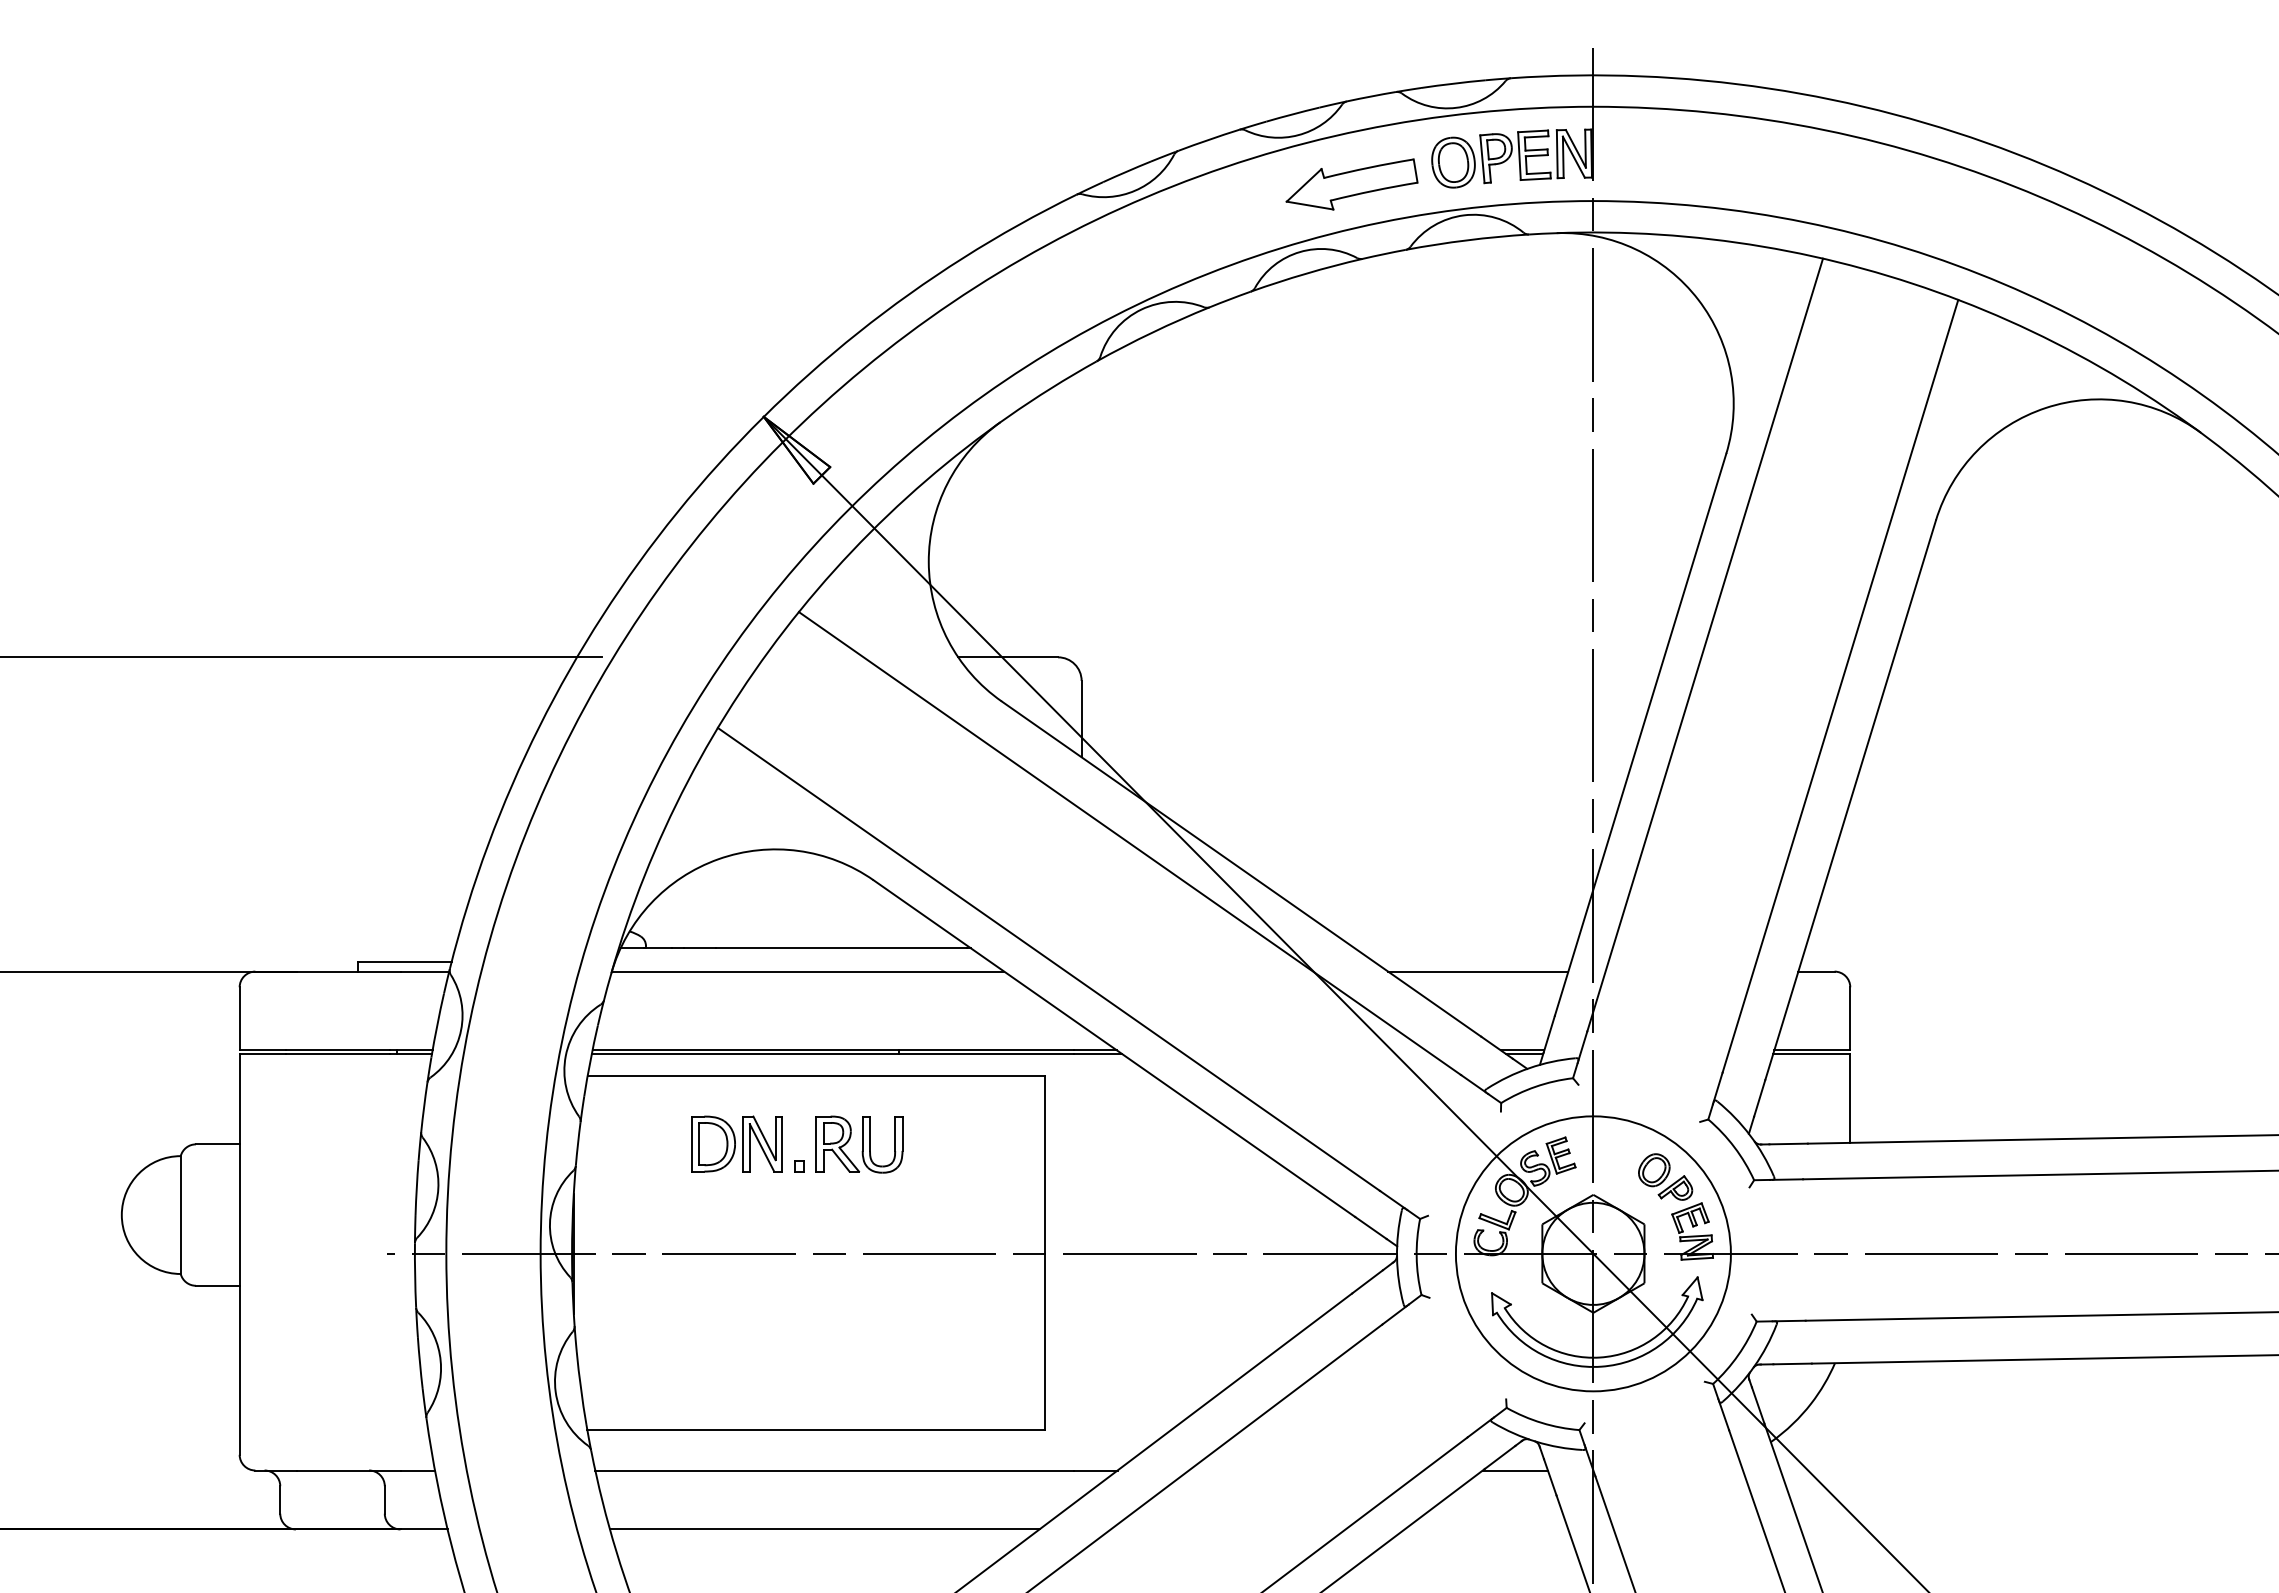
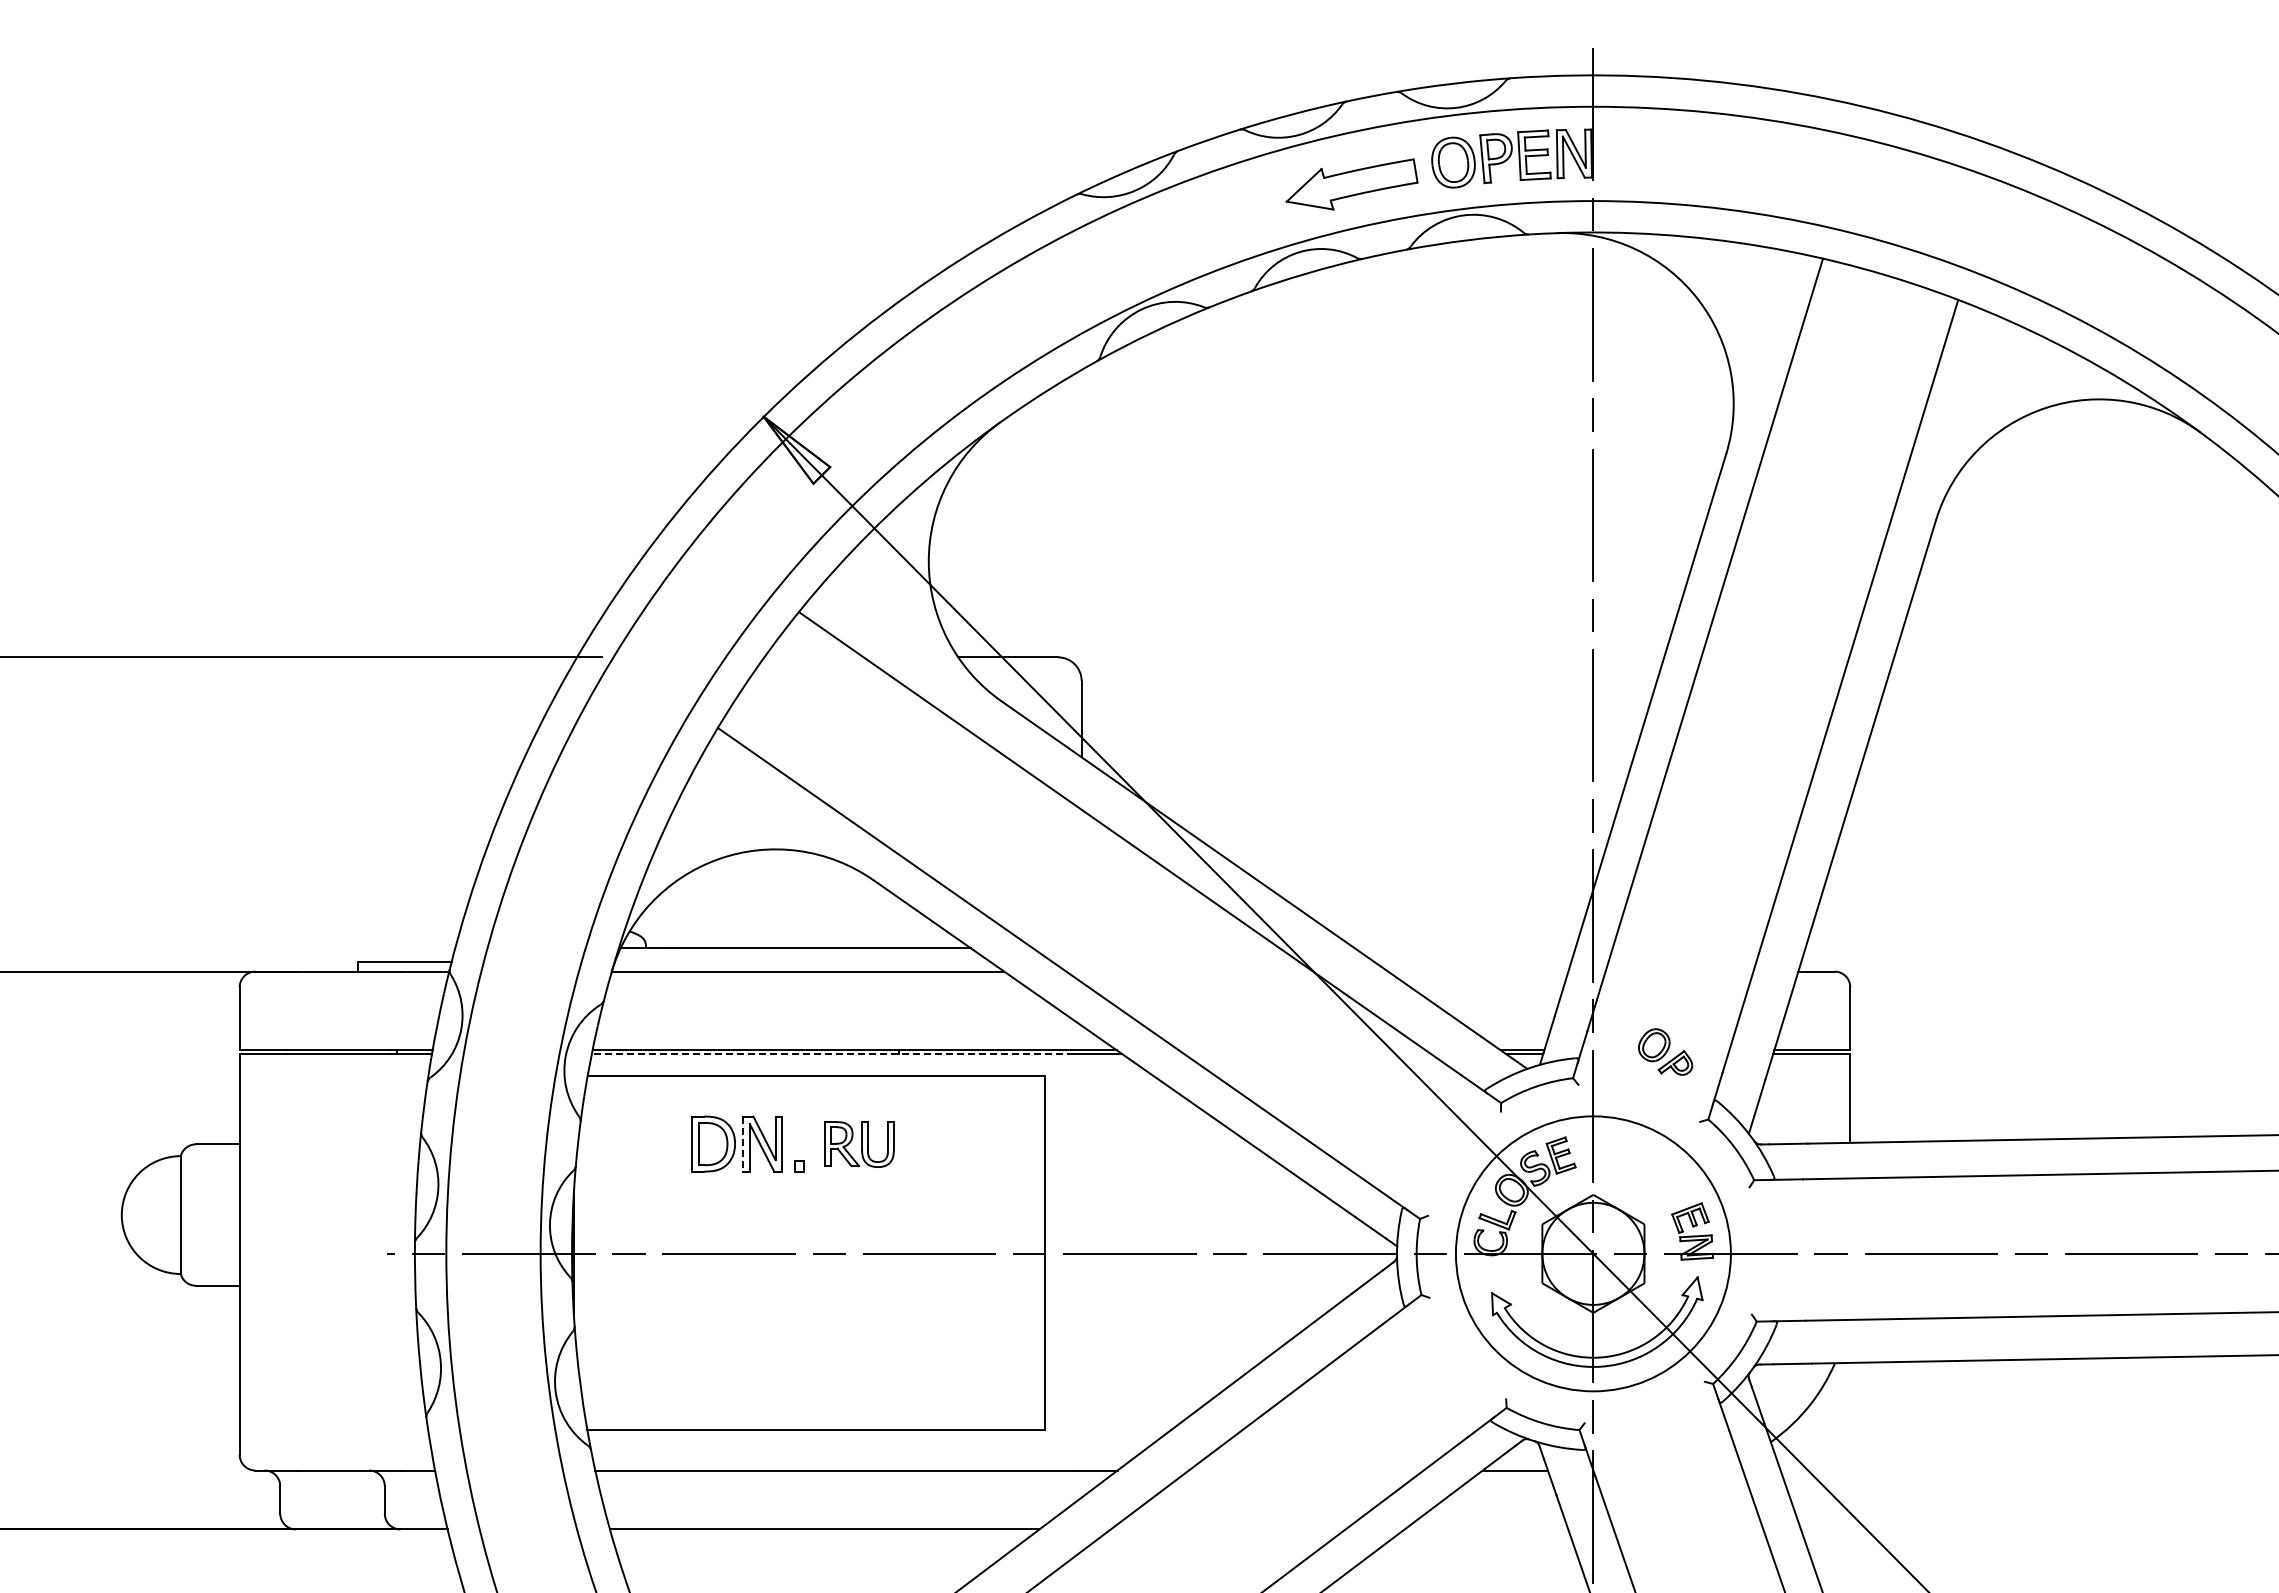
line at (1478, 971): present -> none
line at (832, 1054): solid -> dashed
line at (743, 1144): solid -> dashed
part at (859, 1144) size: 89x59 px -> 71x47 px
part at (1665, 1176) position: (1665, 1176) -> (1665, 1051)
